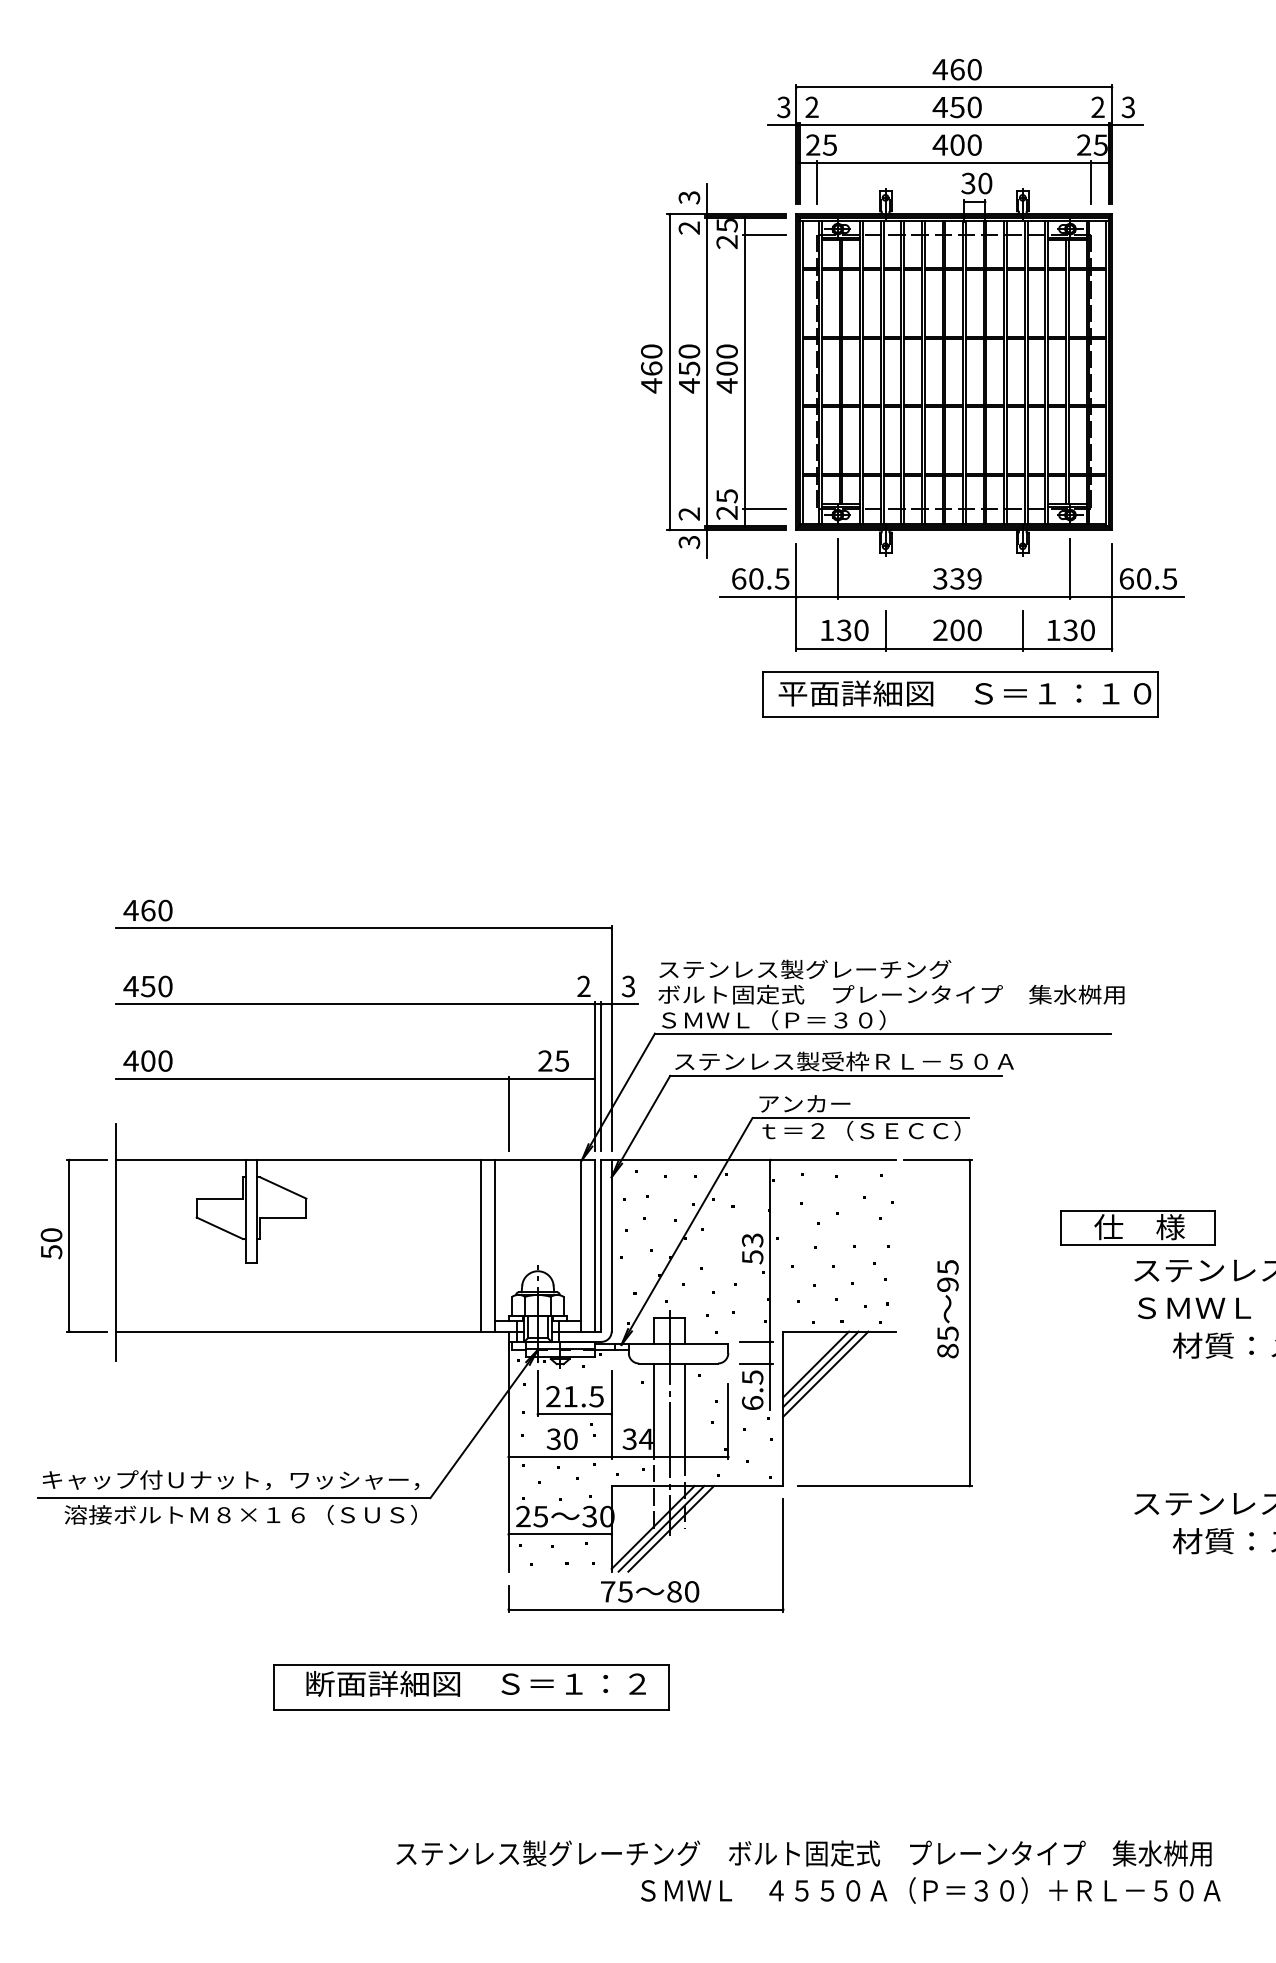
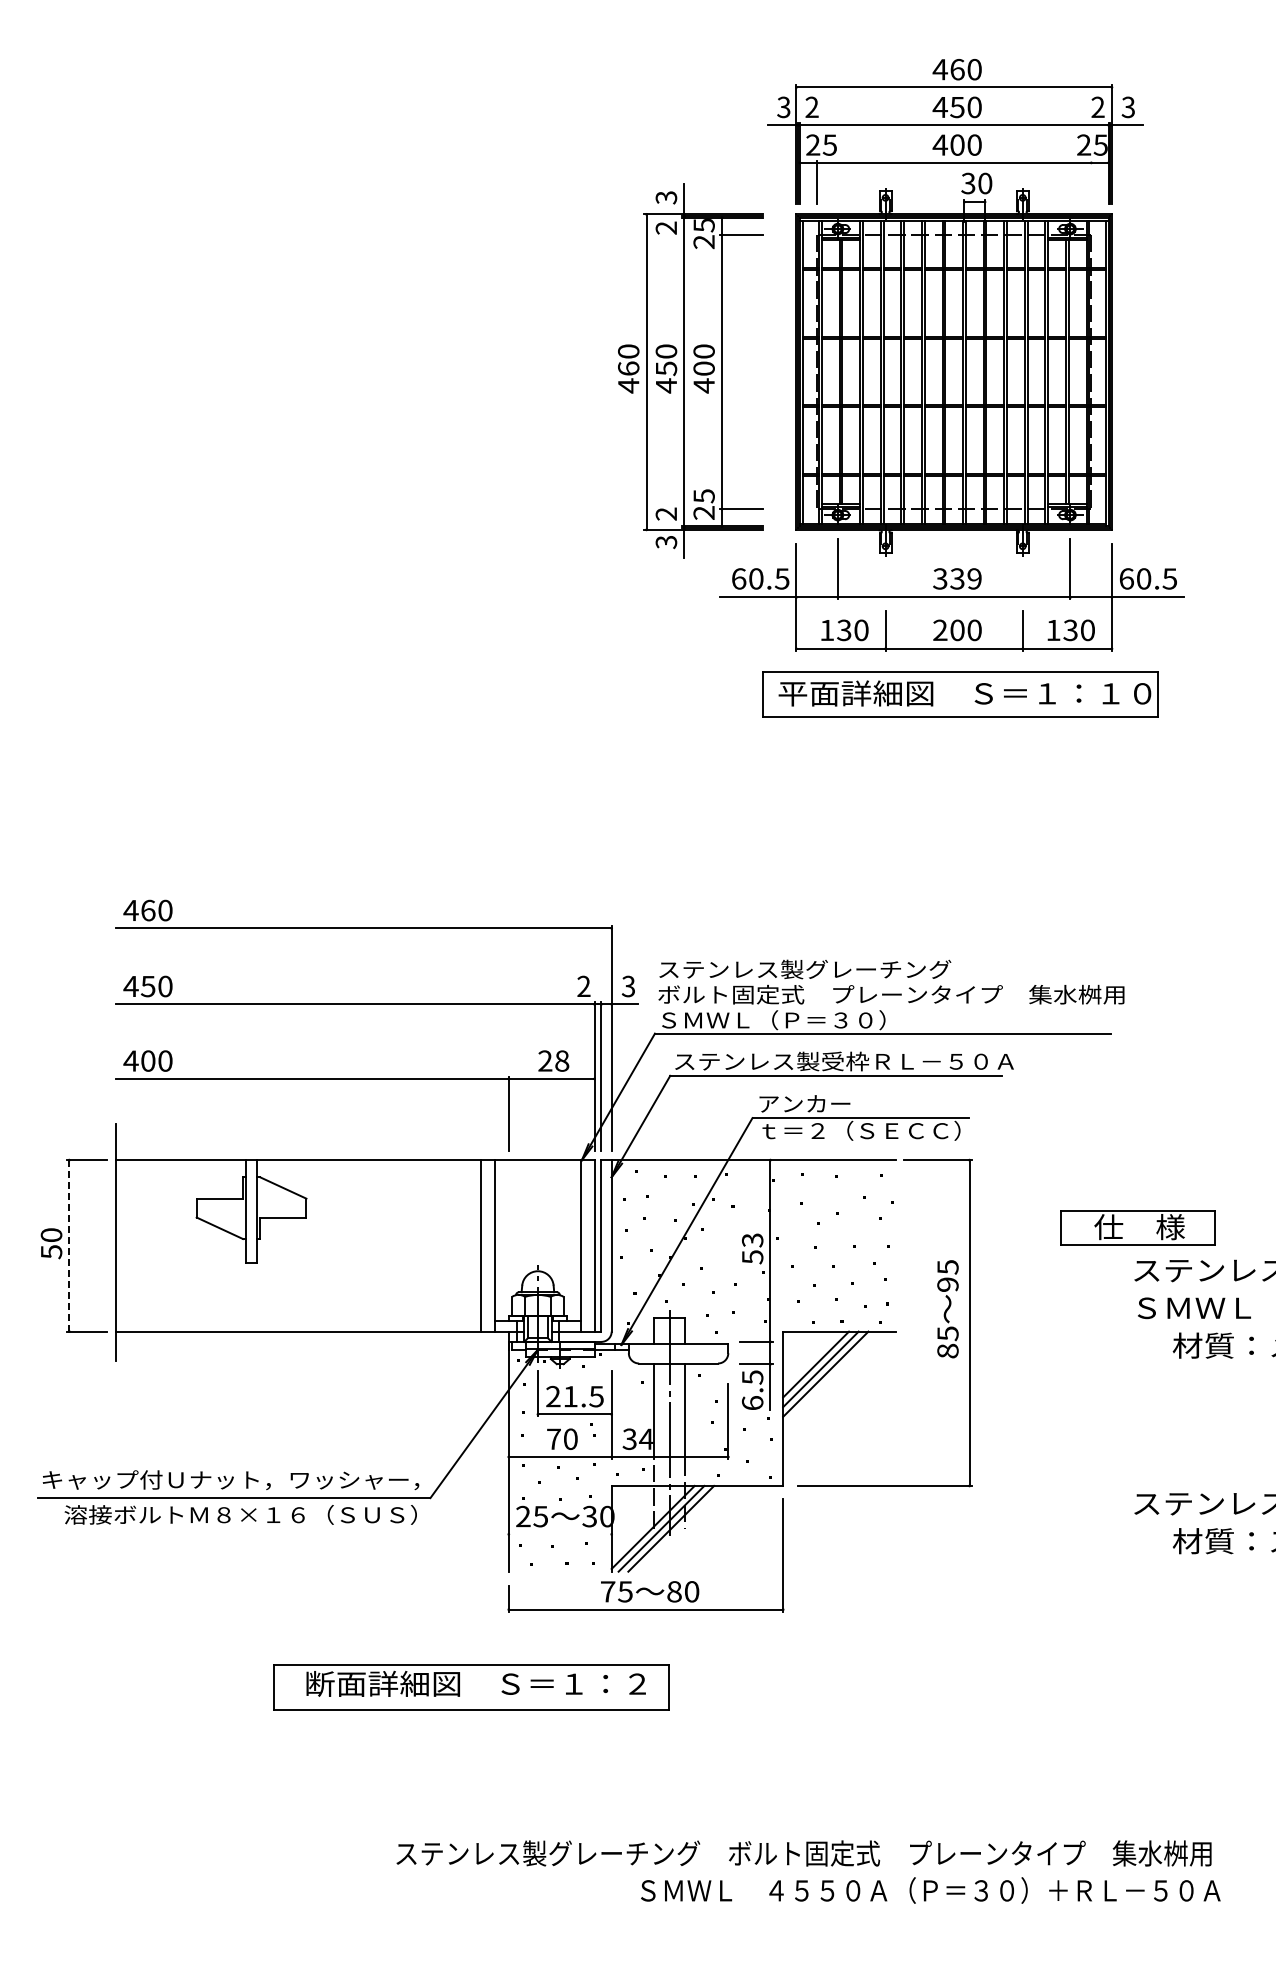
line at (1091, 182): present -> none
part at (713, 370) position: (713, 370) -> (690, 370)
text at (562, 1060): 25 -> 28
line at (69, 1245): solid -> dashed
text at (553, 1439): 30 -> 70
line at (559, 1534): present -> none
